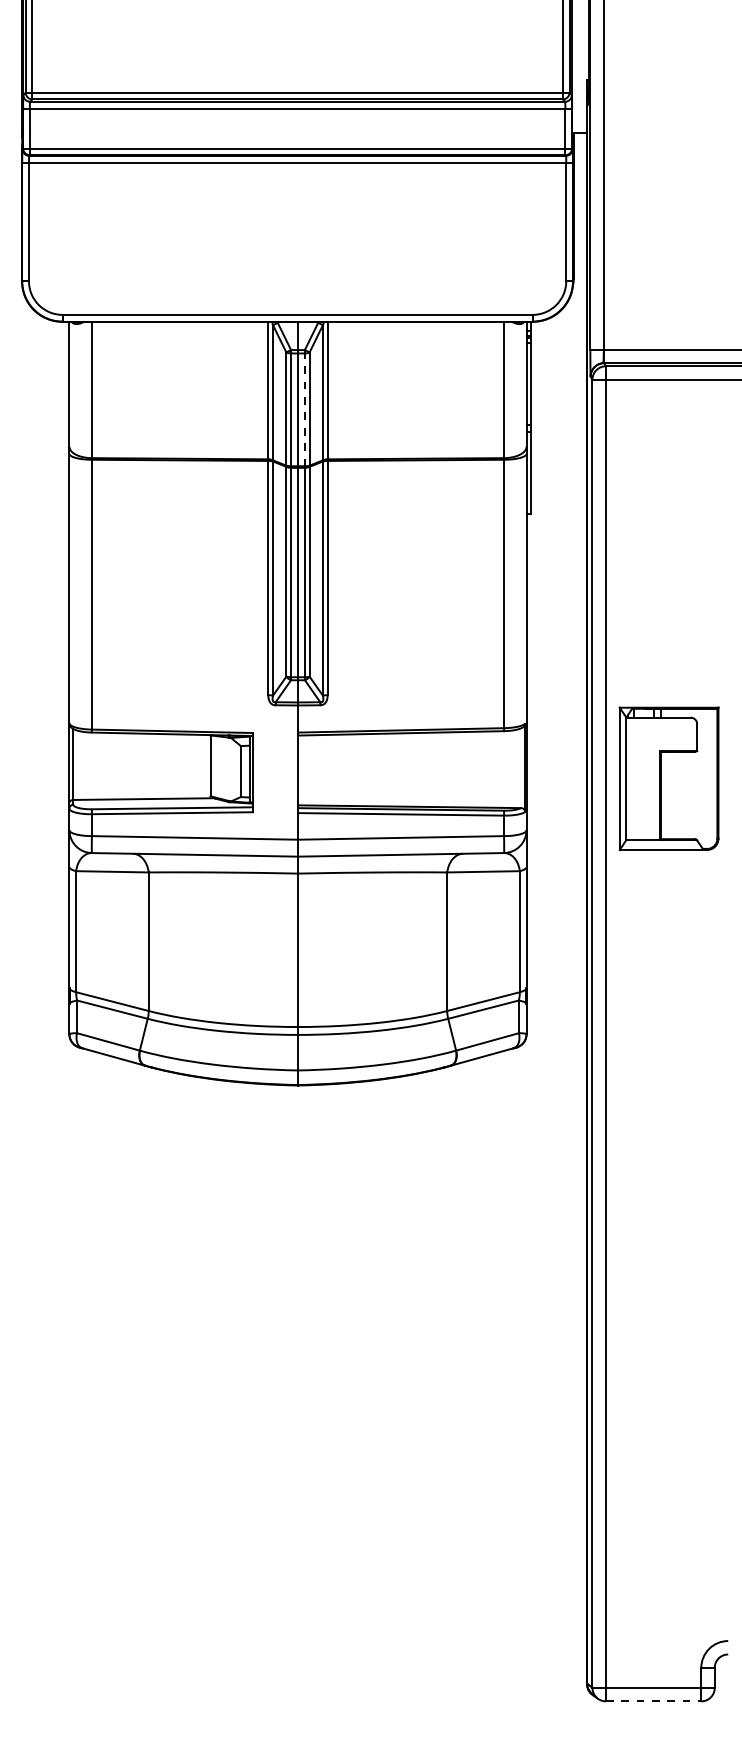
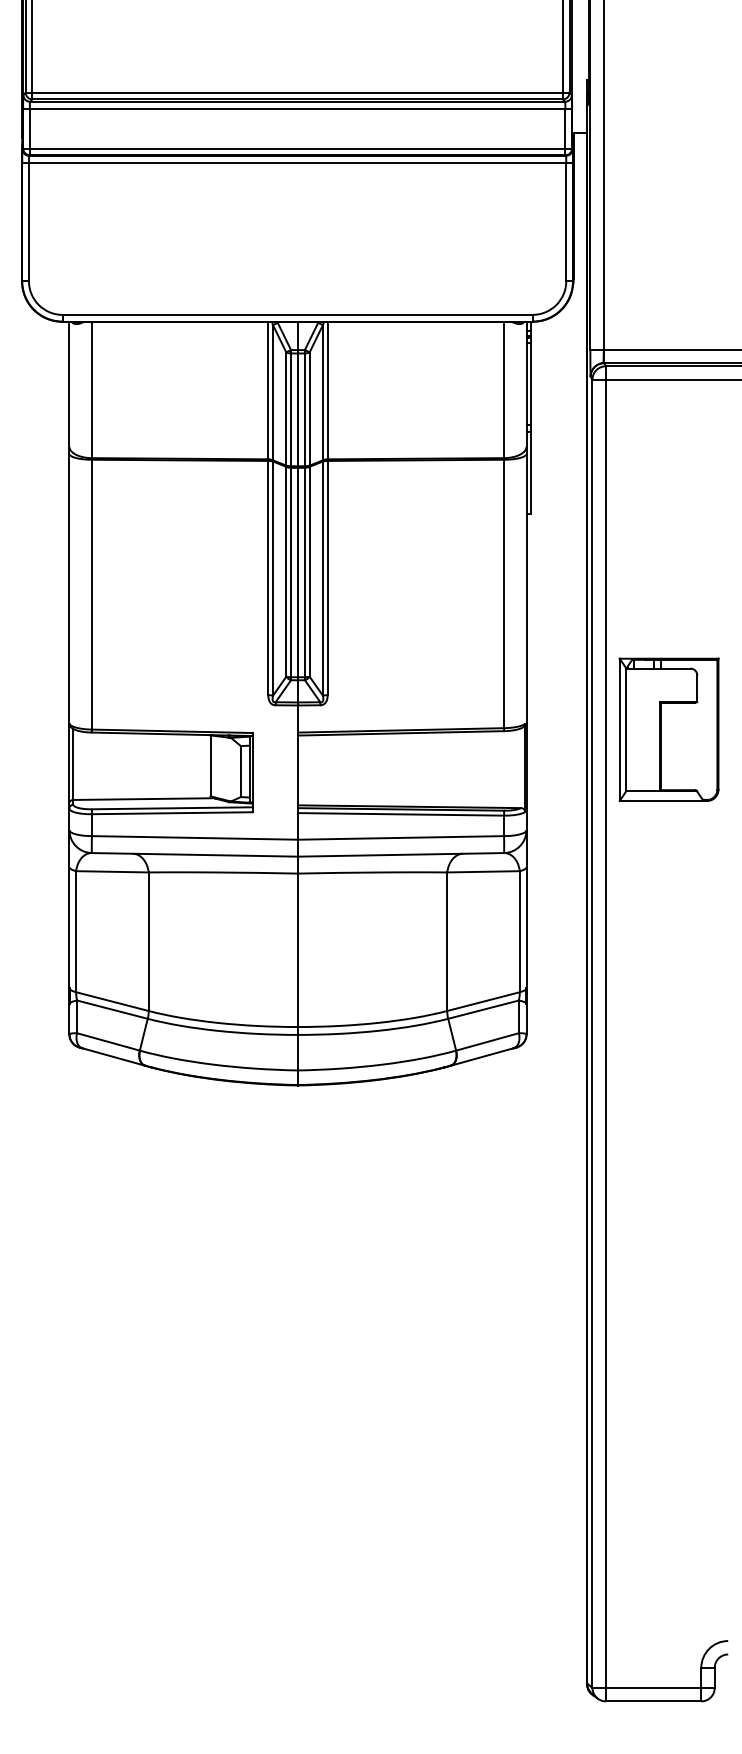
line at (304, 409): dashed -> solid
part at (668, 778) position: (668, 778) -> (668, 729)
line at (653, 1701): dashed -> solid
